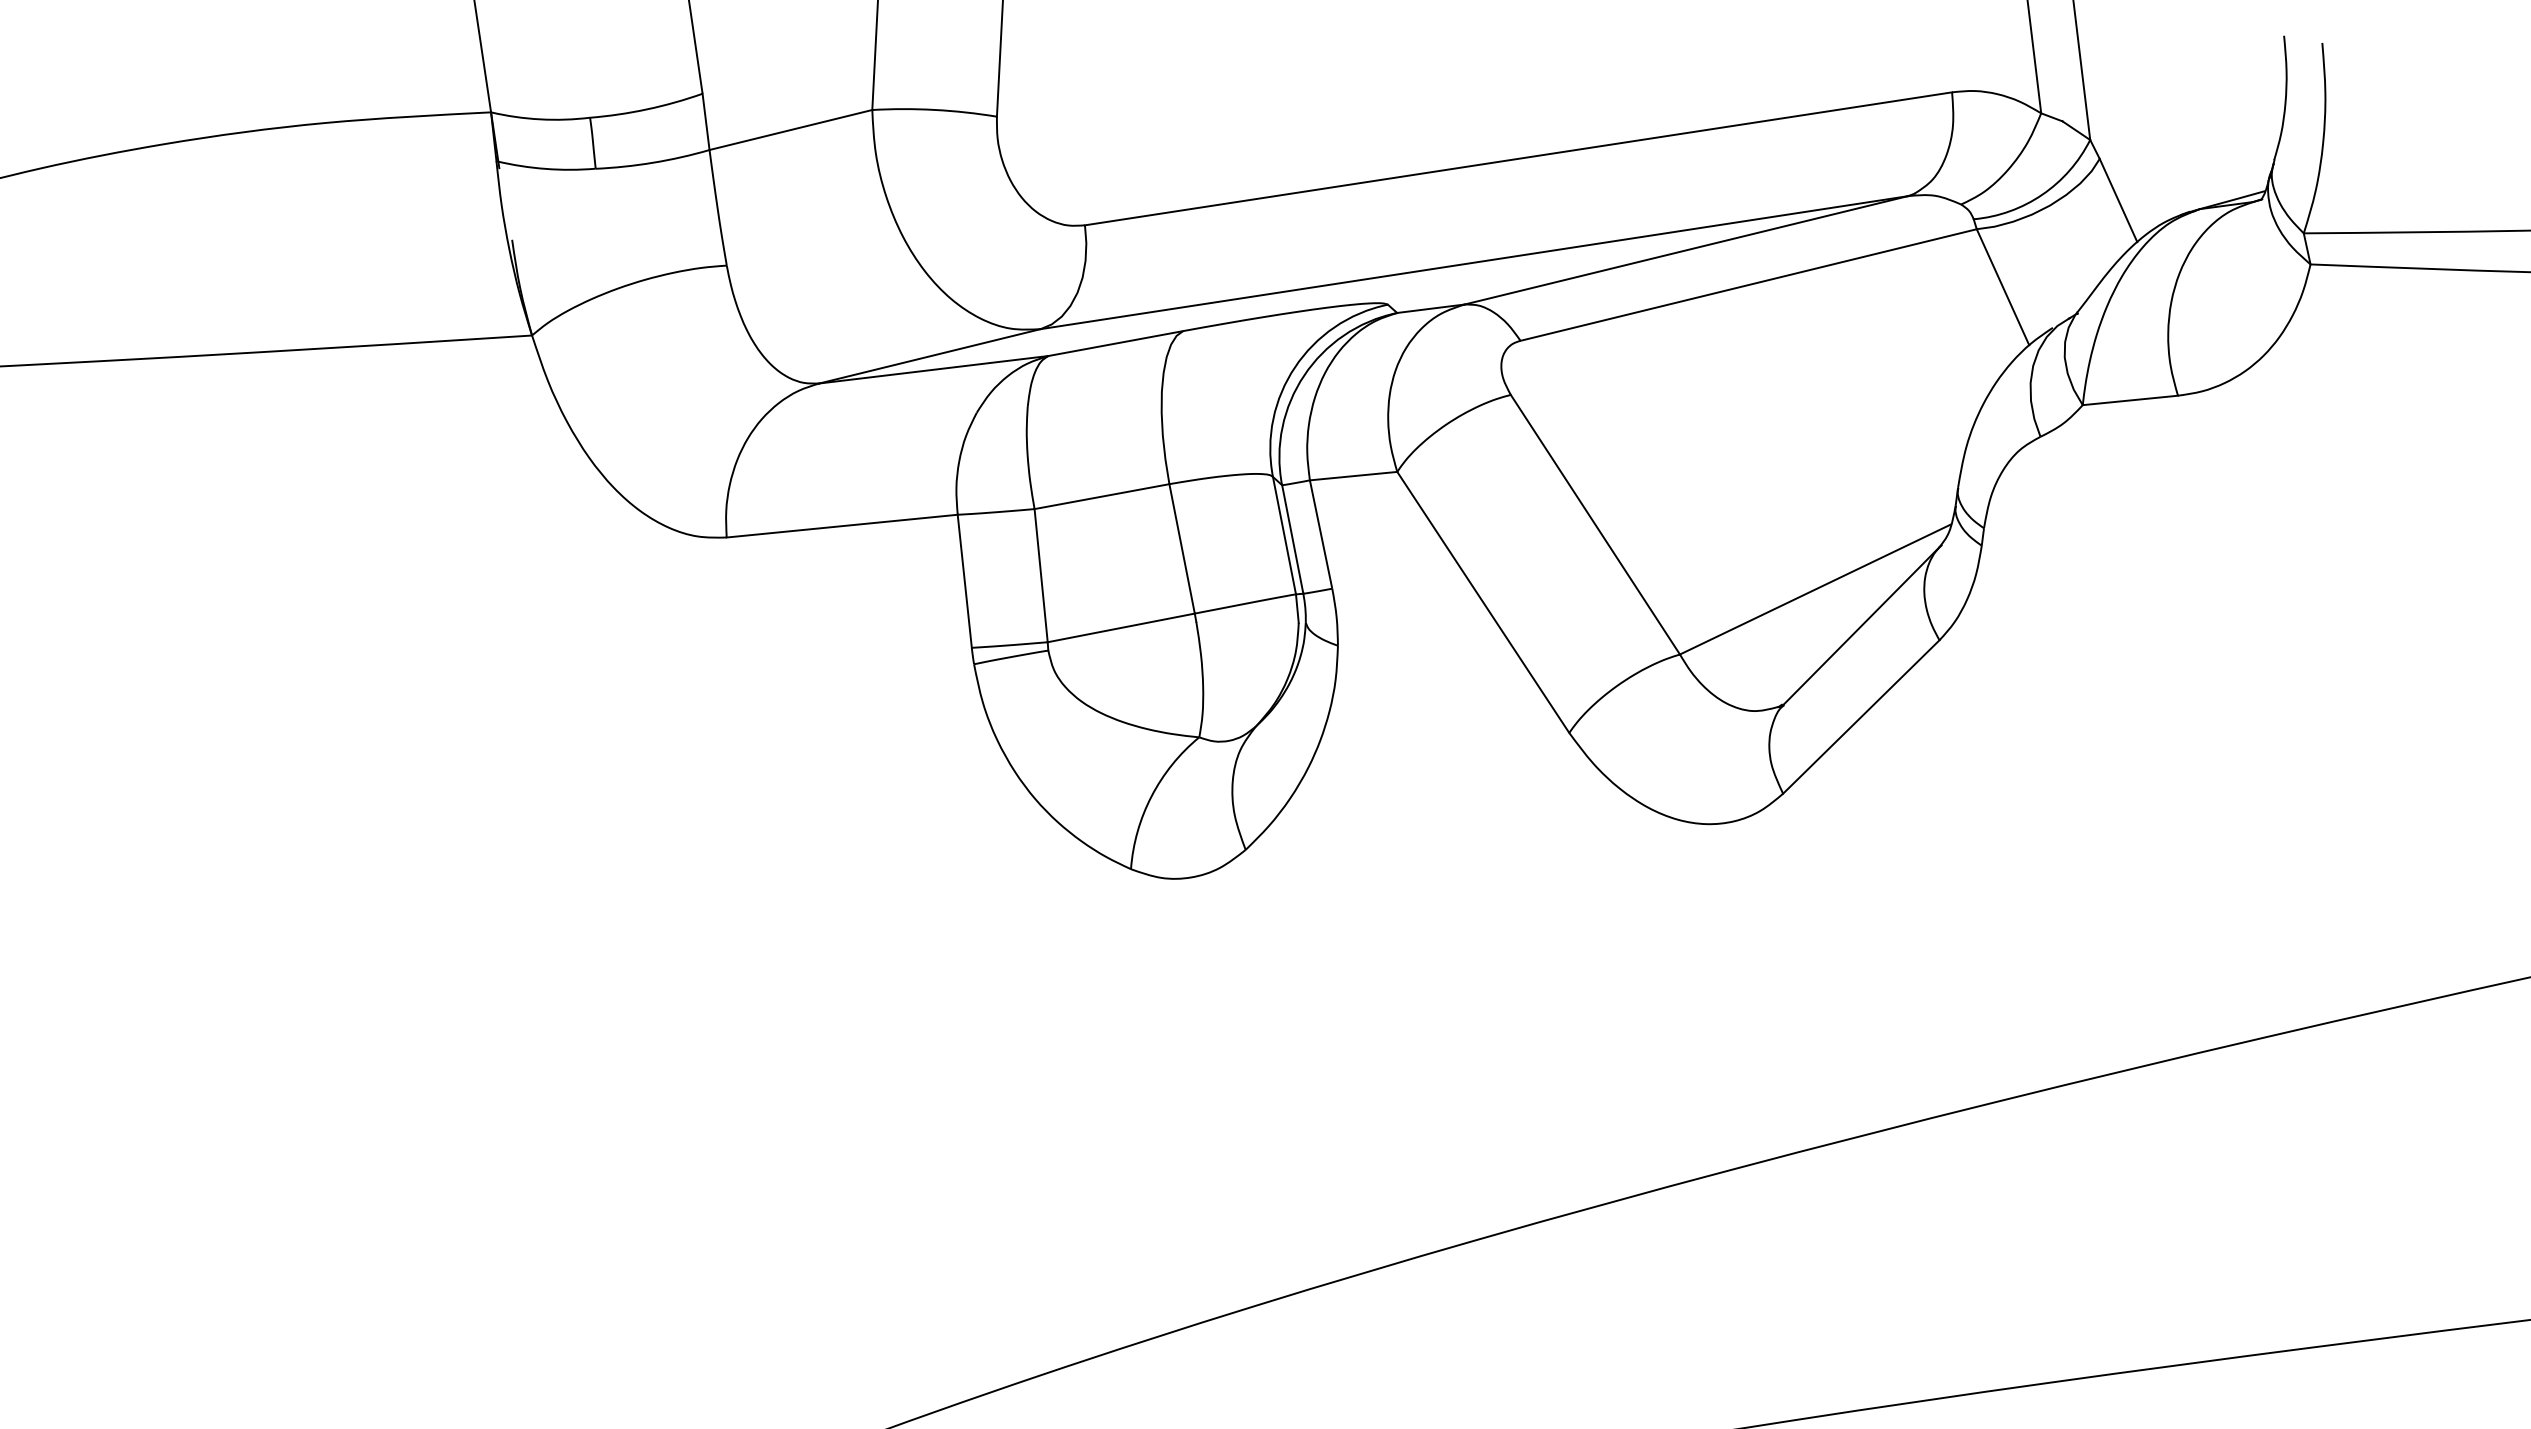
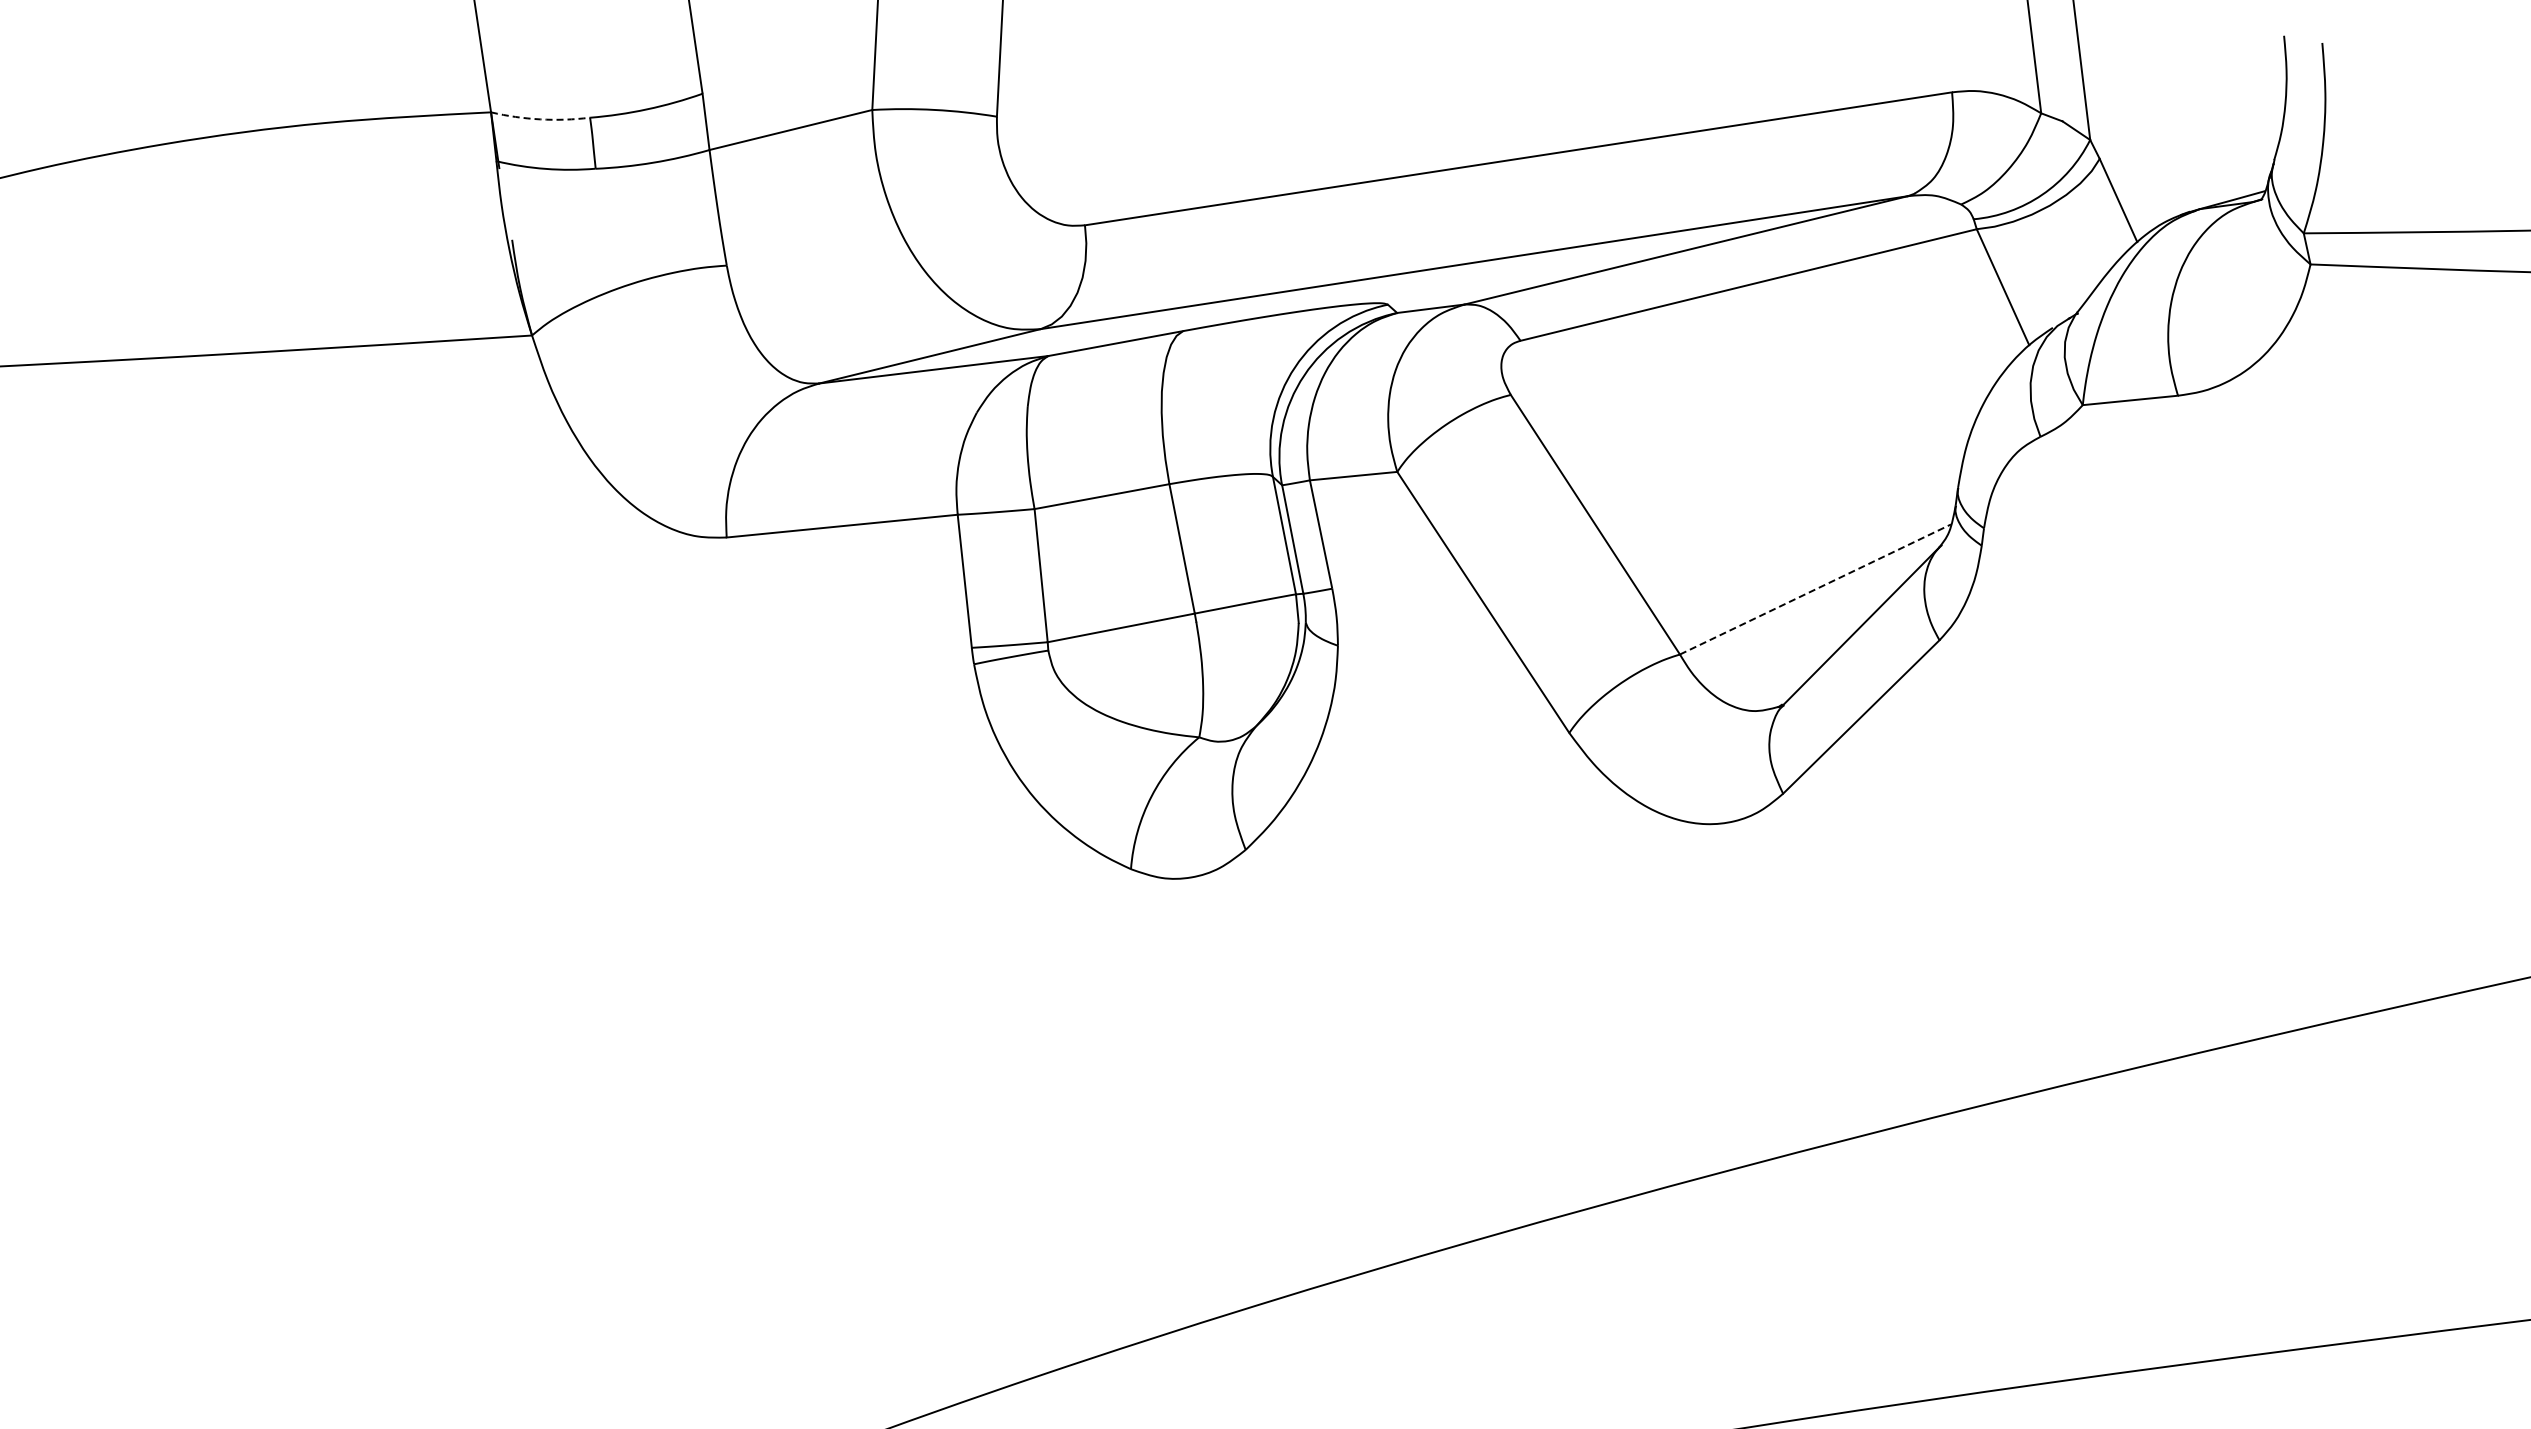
arc at (540, 119): solid -> dashed
line at (1815, 589): solid -> dashed
